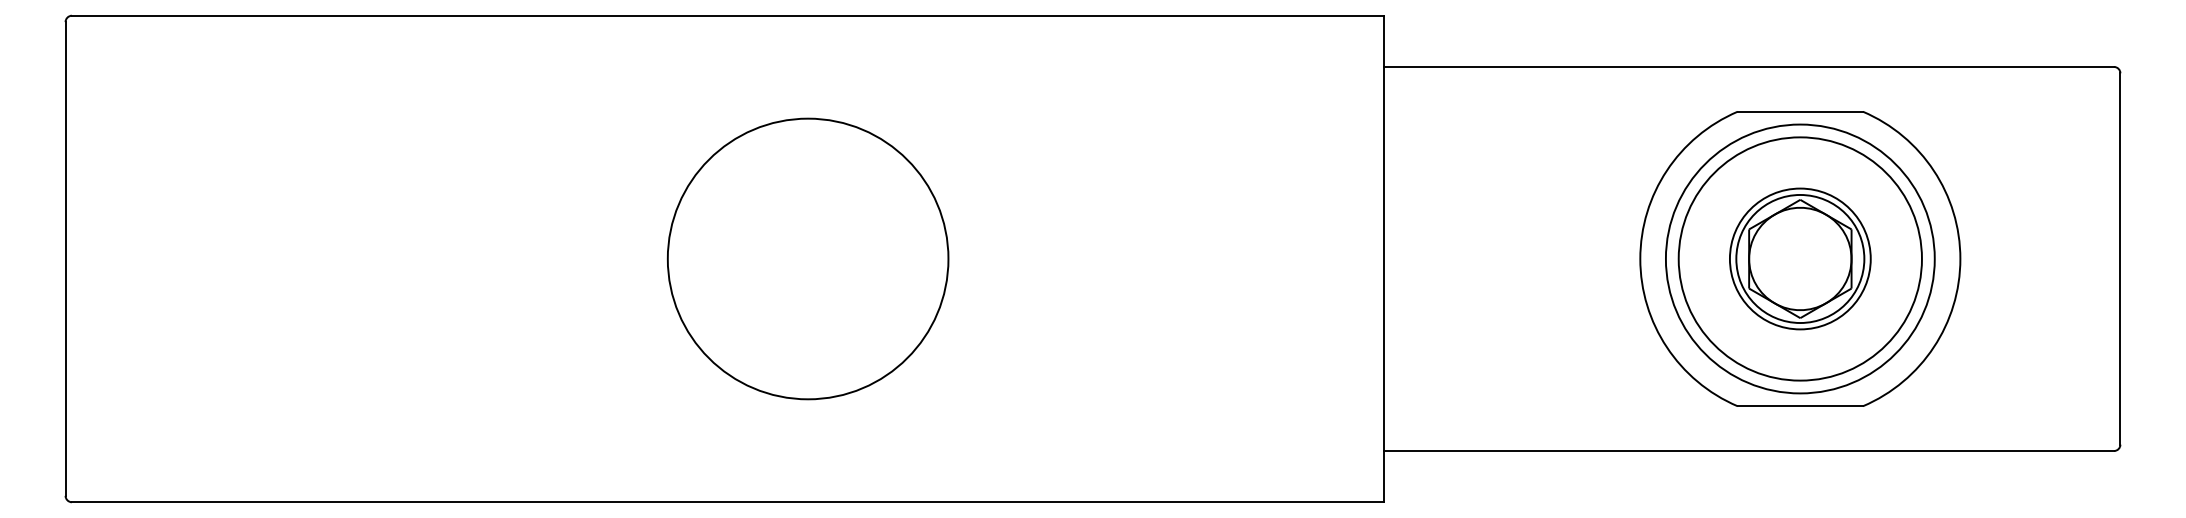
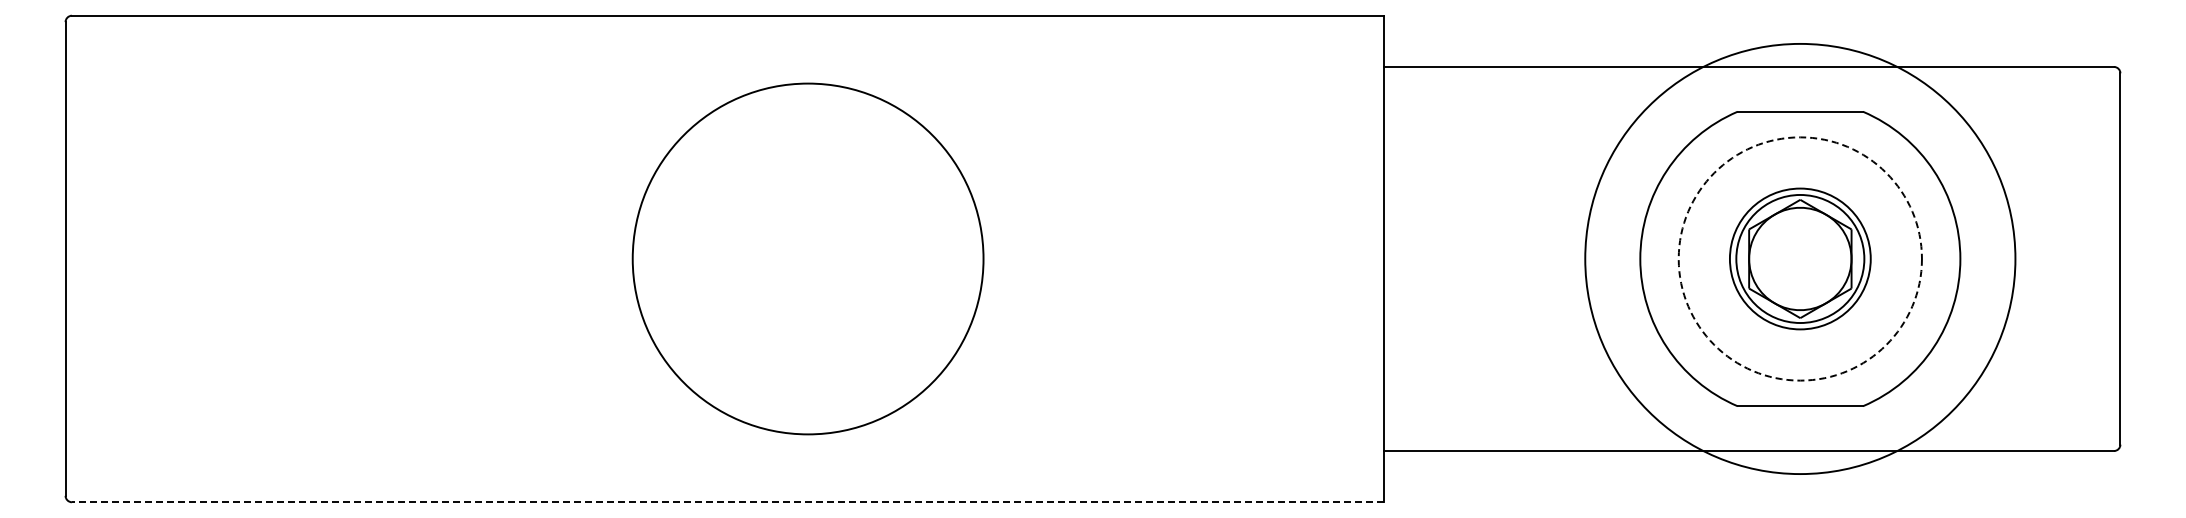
circle at (807, 258) diameter: 281 px -> 351 px
circle at (1799, 258) diameter: 269 px -> 430 px
circle at (1799, 258): solid -> dashed
line at (727, 502): solid -> dashed
